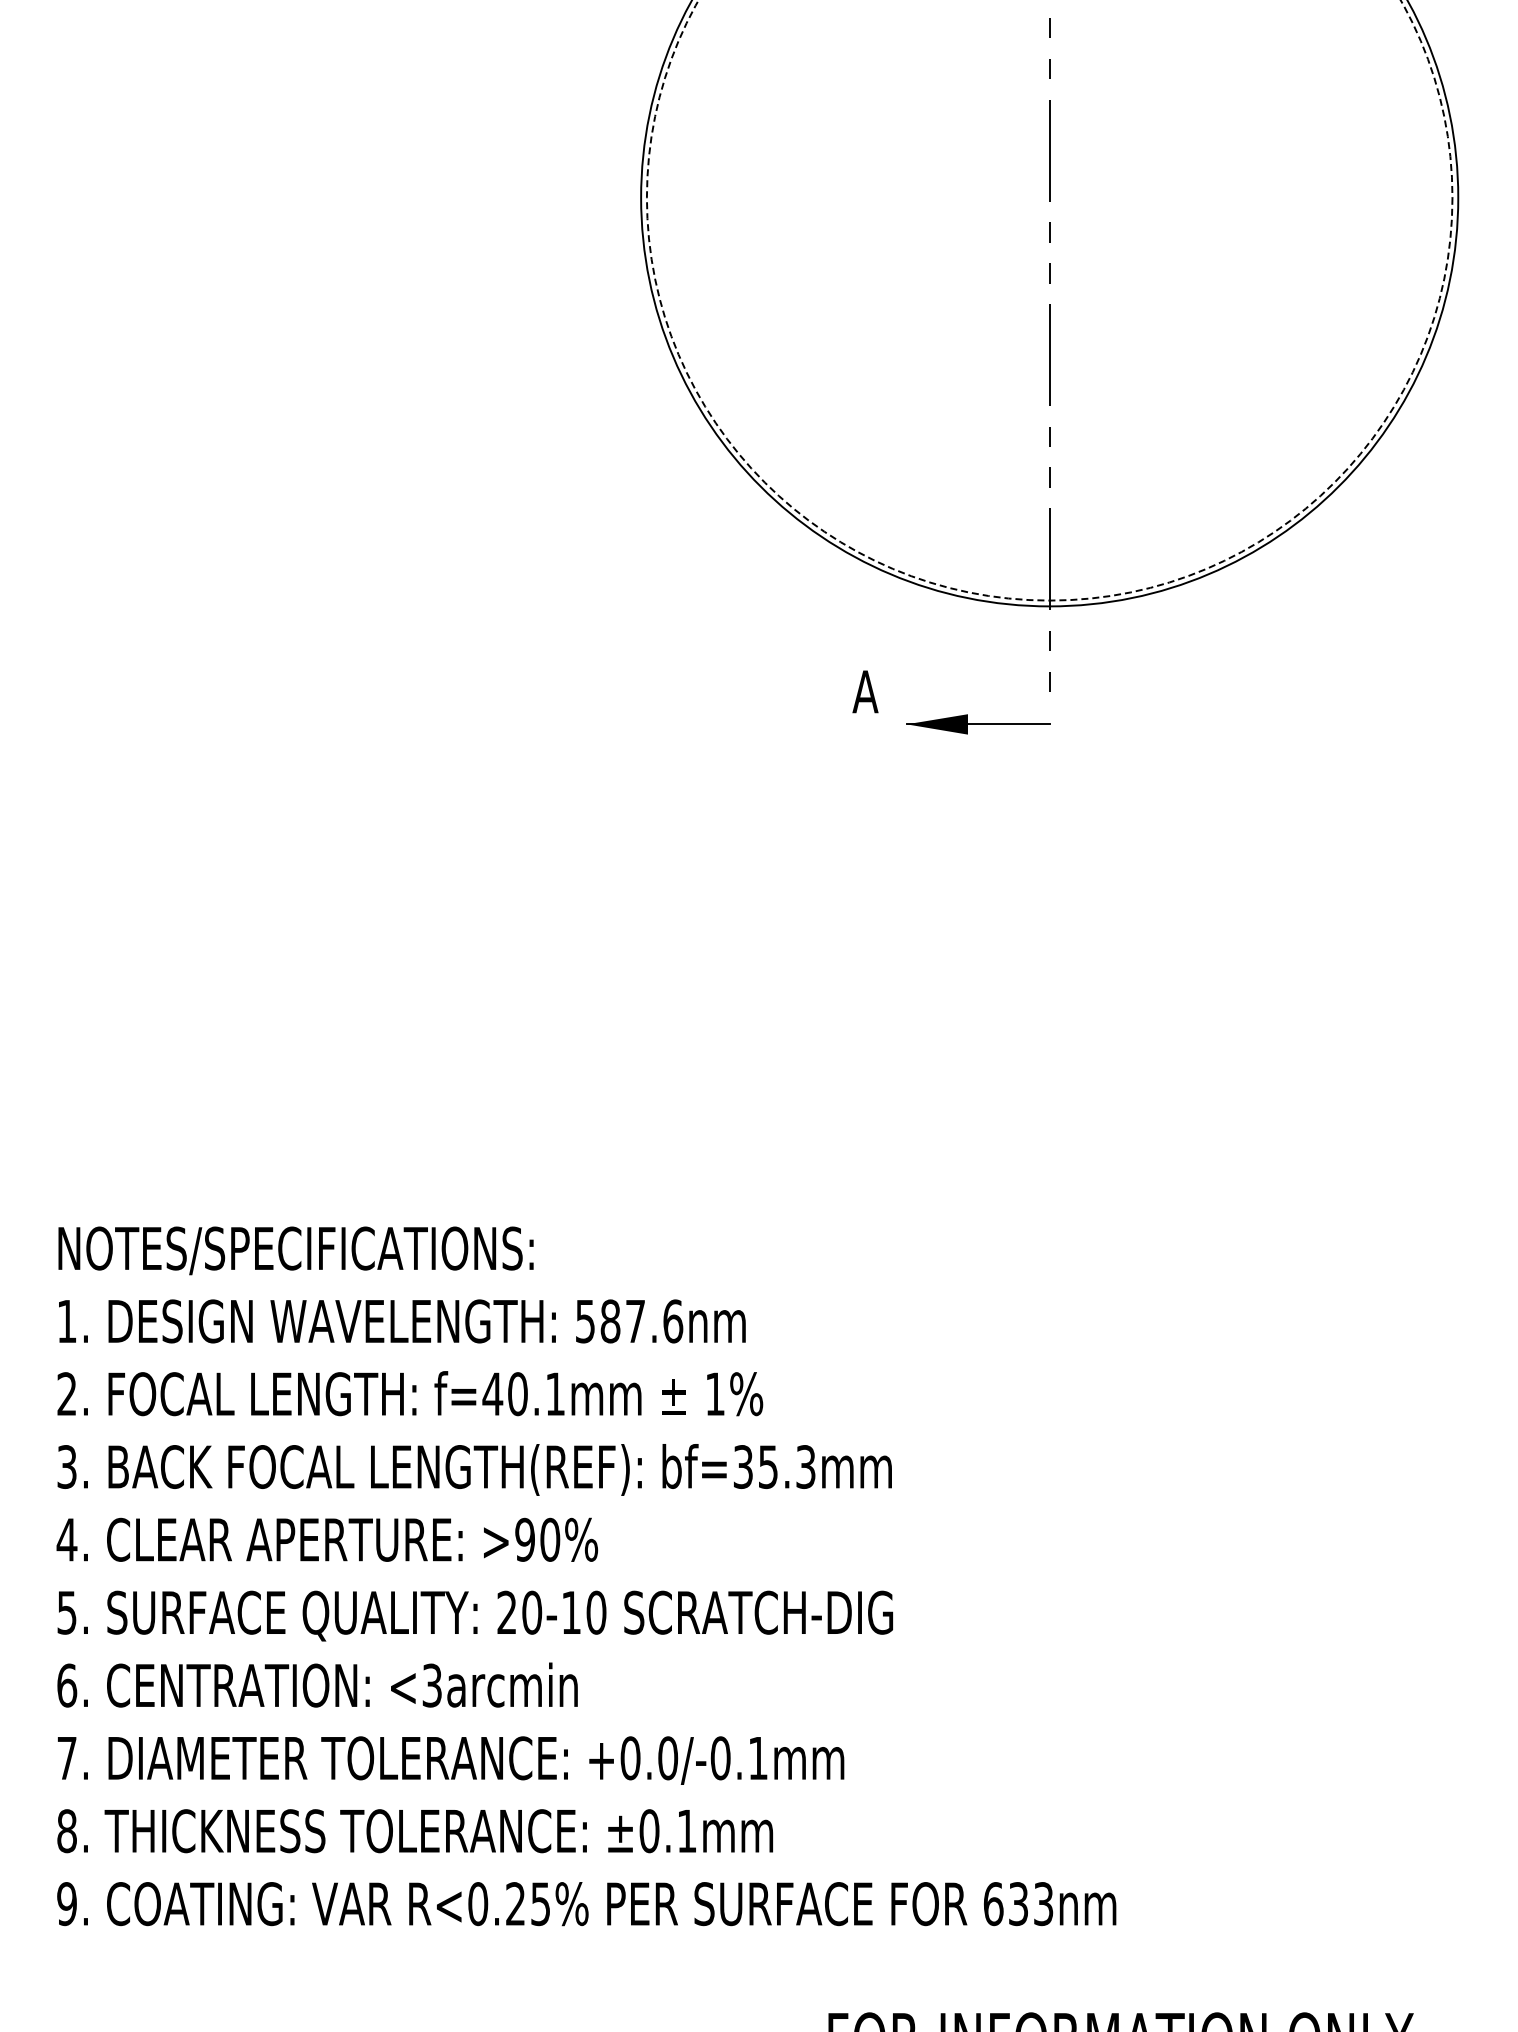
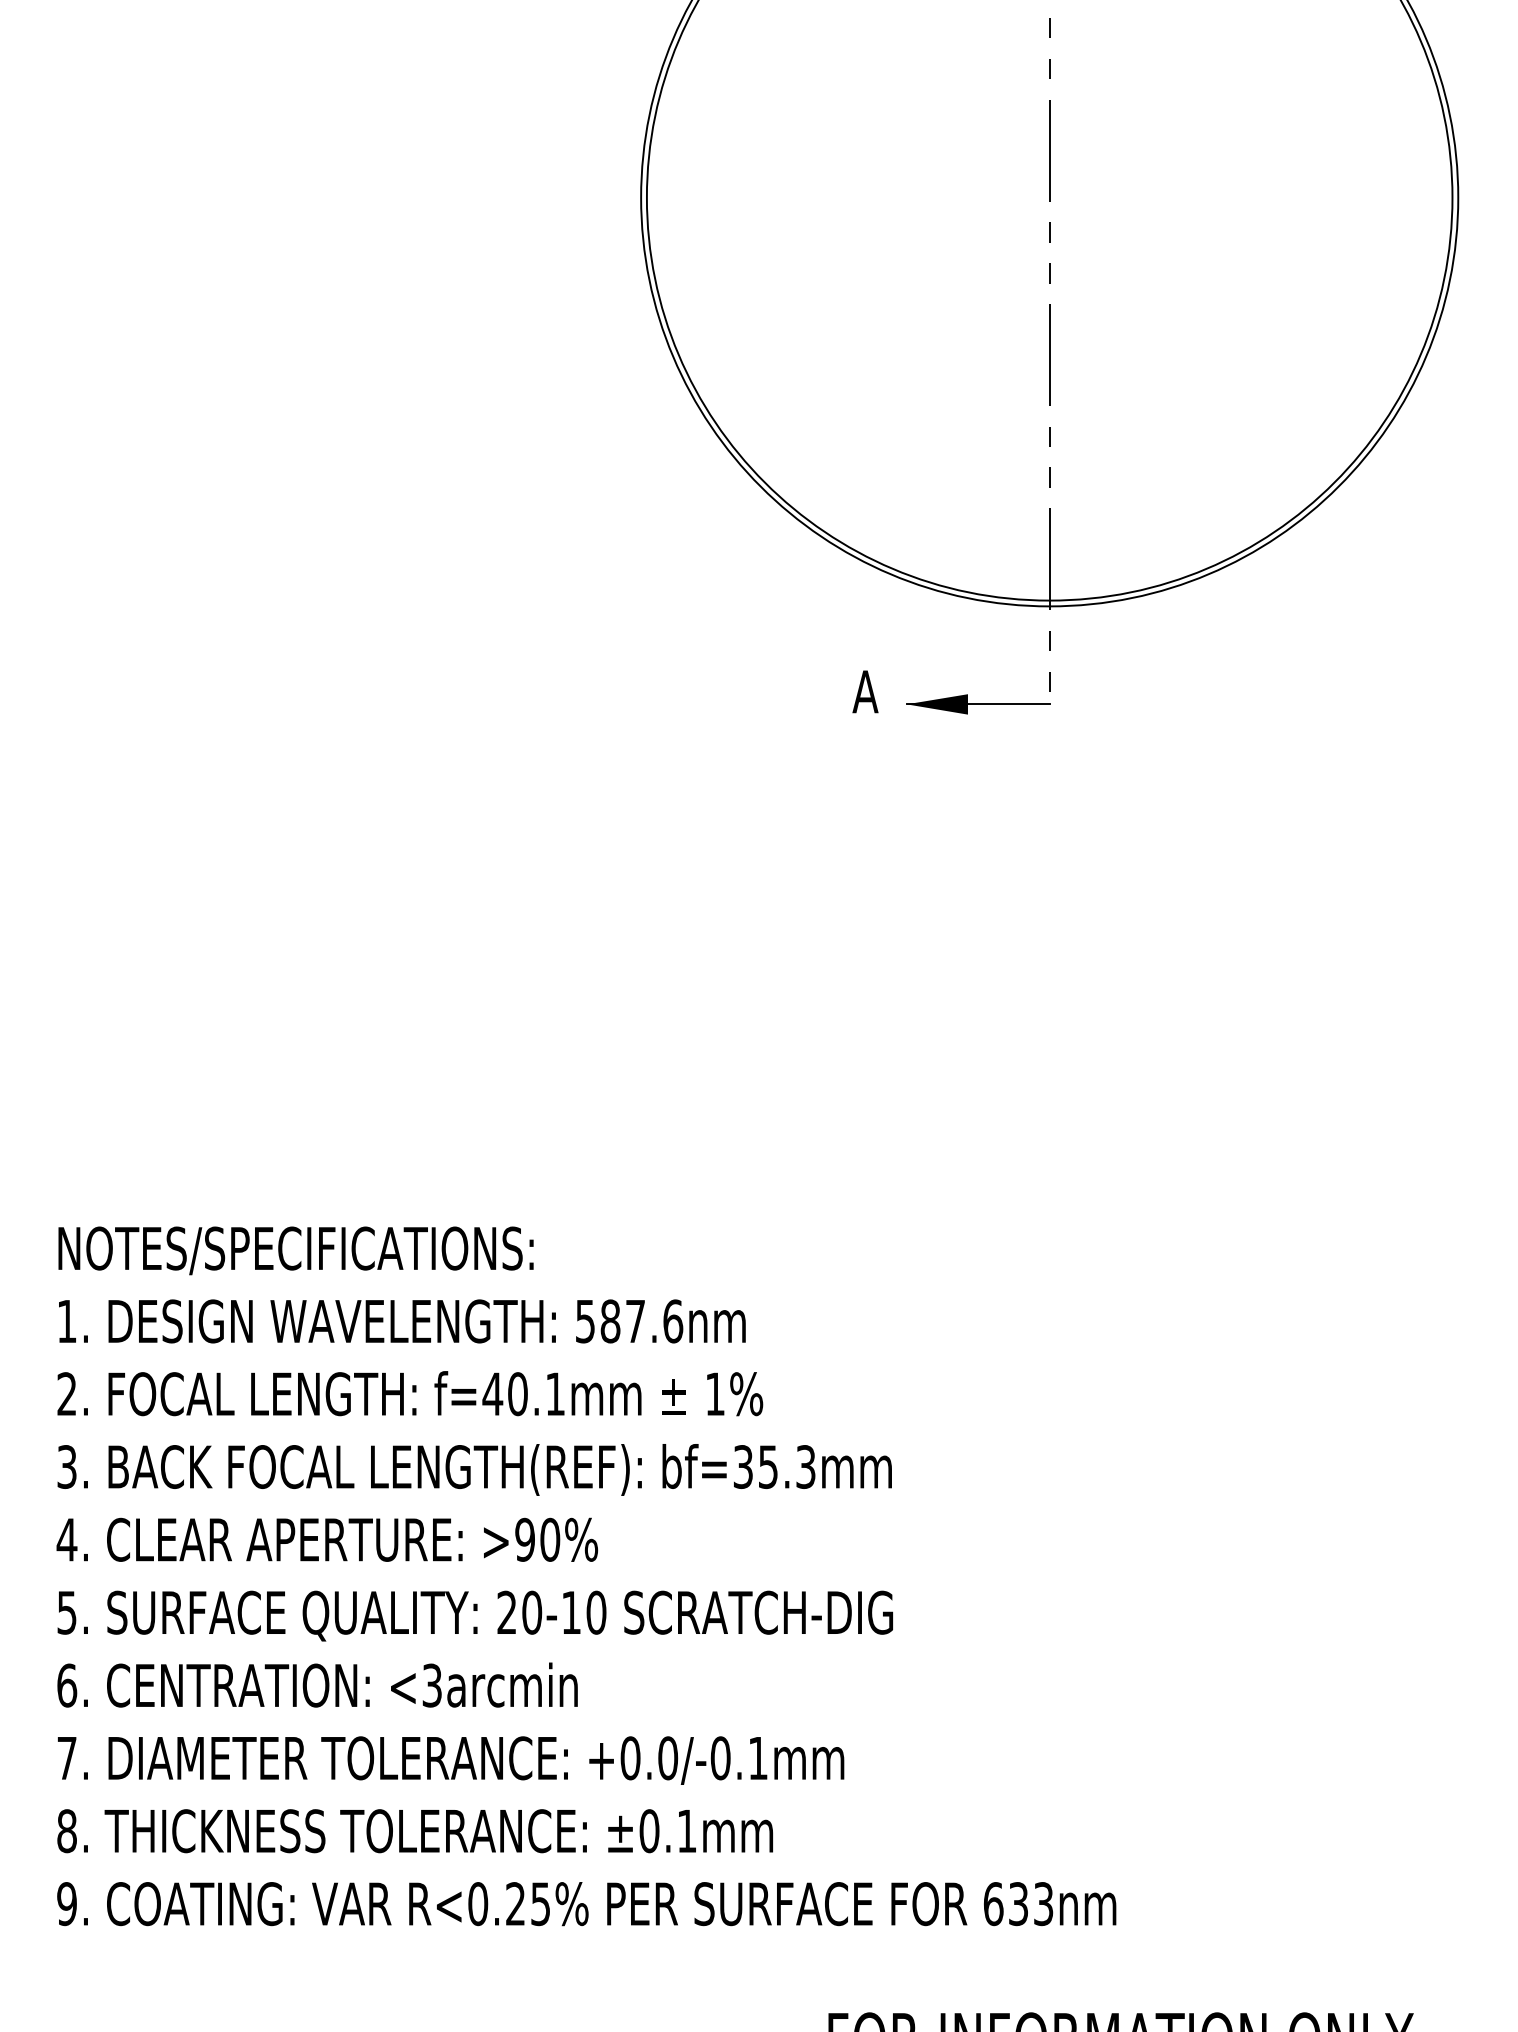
circle at (1049, 300): dashed -> solid
part at (978, 724) position: (978, 724) -> (978, 704)
